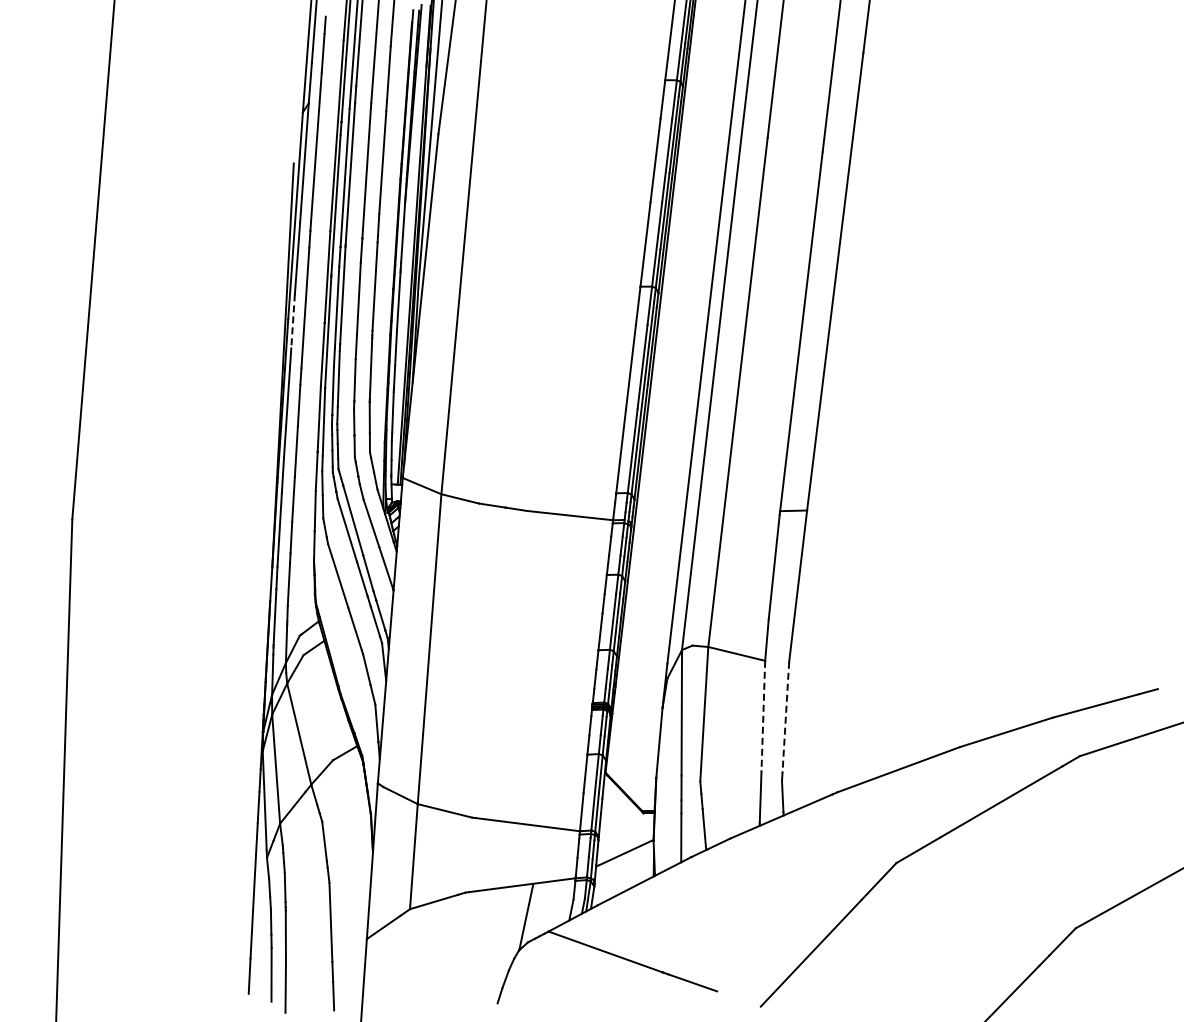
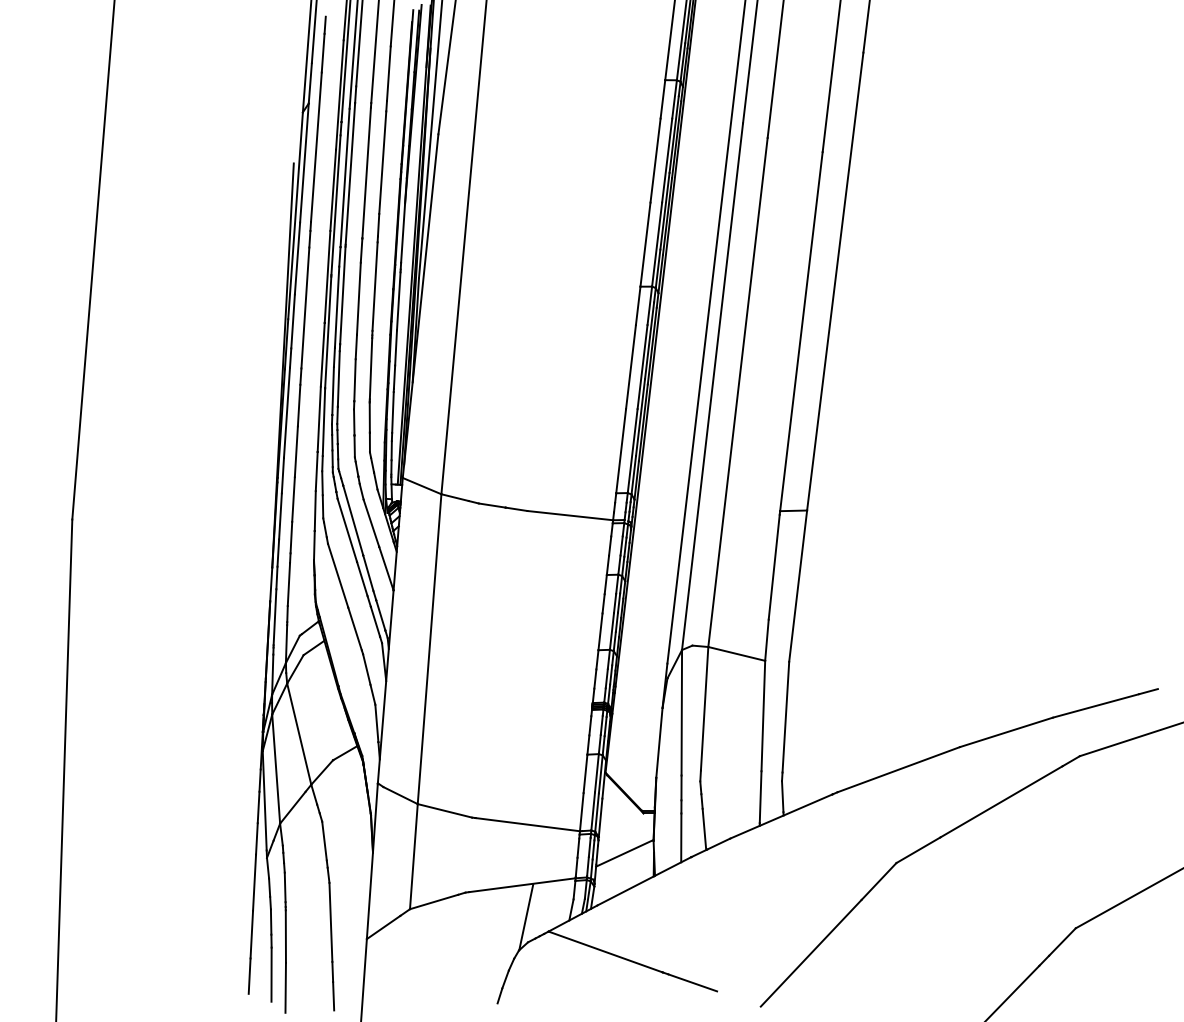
line at (293, 321): dashed -> solid
line at (763, 716): dashed -> solid
line at (785, 717): dashed -> solid
